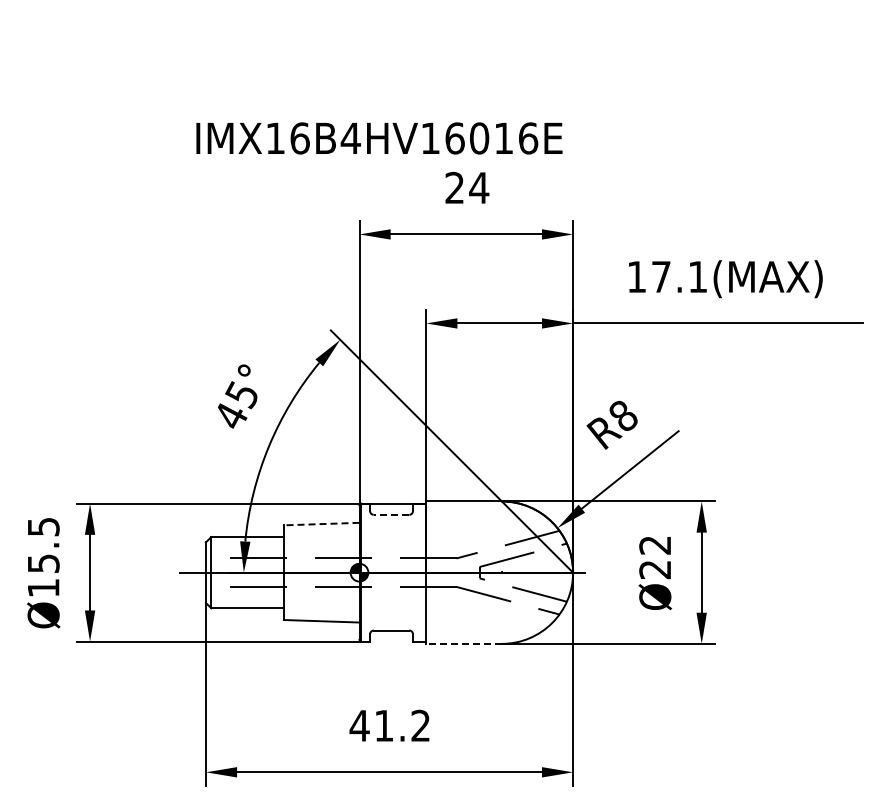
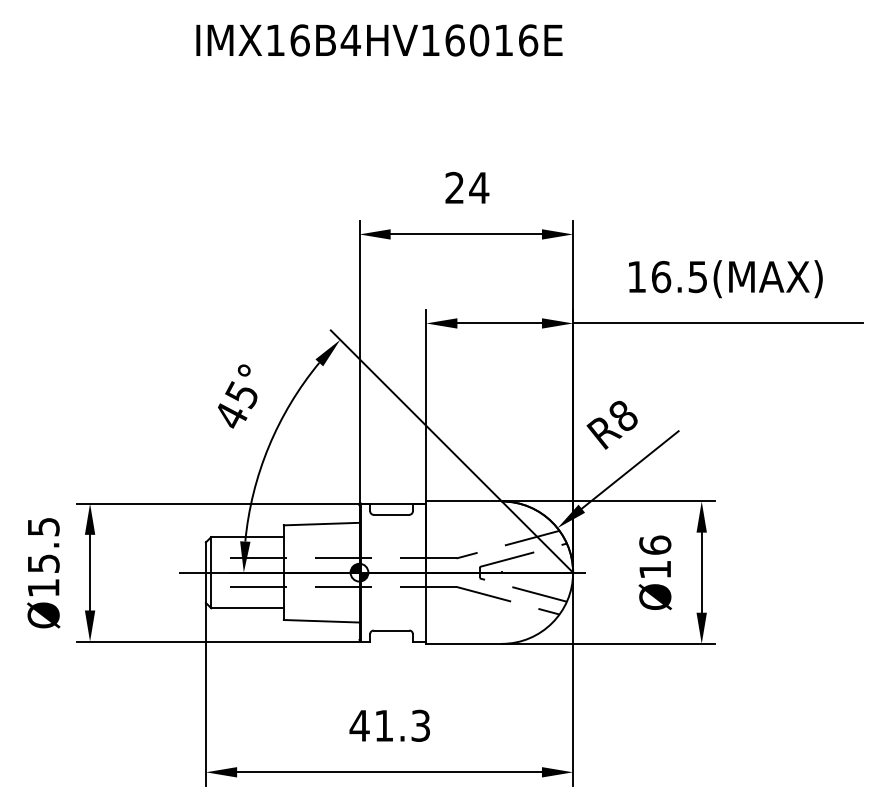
text at (379, 138) position: (379, 138) -> (379, 40)
text at (679, 276): 17.1(MAX) -> 16.5(MAX)
line at (391, 514): dashed -> solid
line at (321, 524): dashed -> solid
text at (655, 557): Ø22 -> Ø16
line at (464, 643): dashed -> solid
text at (420, 725): 41.2 -> 41.3
